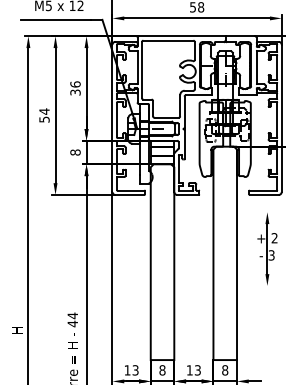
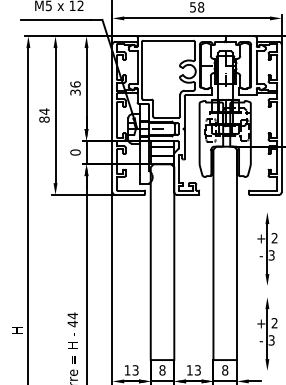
text at (44, 119): 54 -> 84
text at (75, 152): 8 -> 0
part at (267, 334): none -> present
